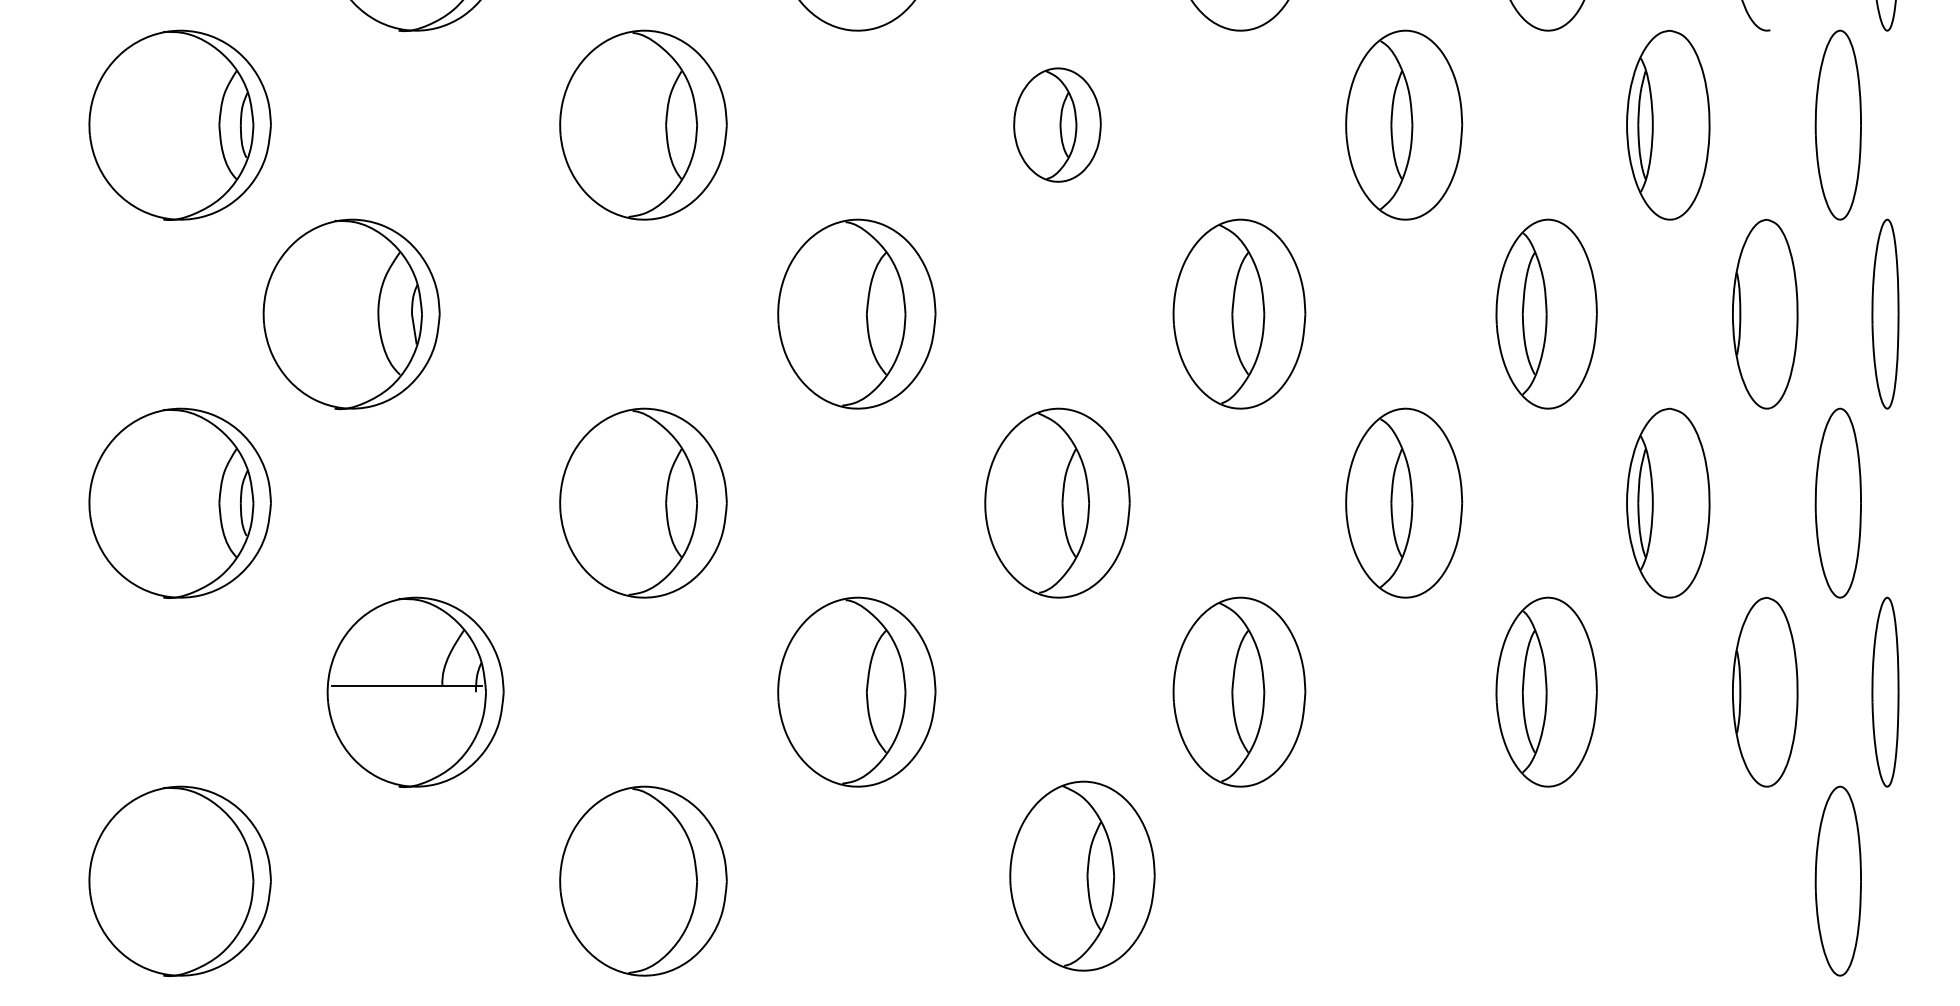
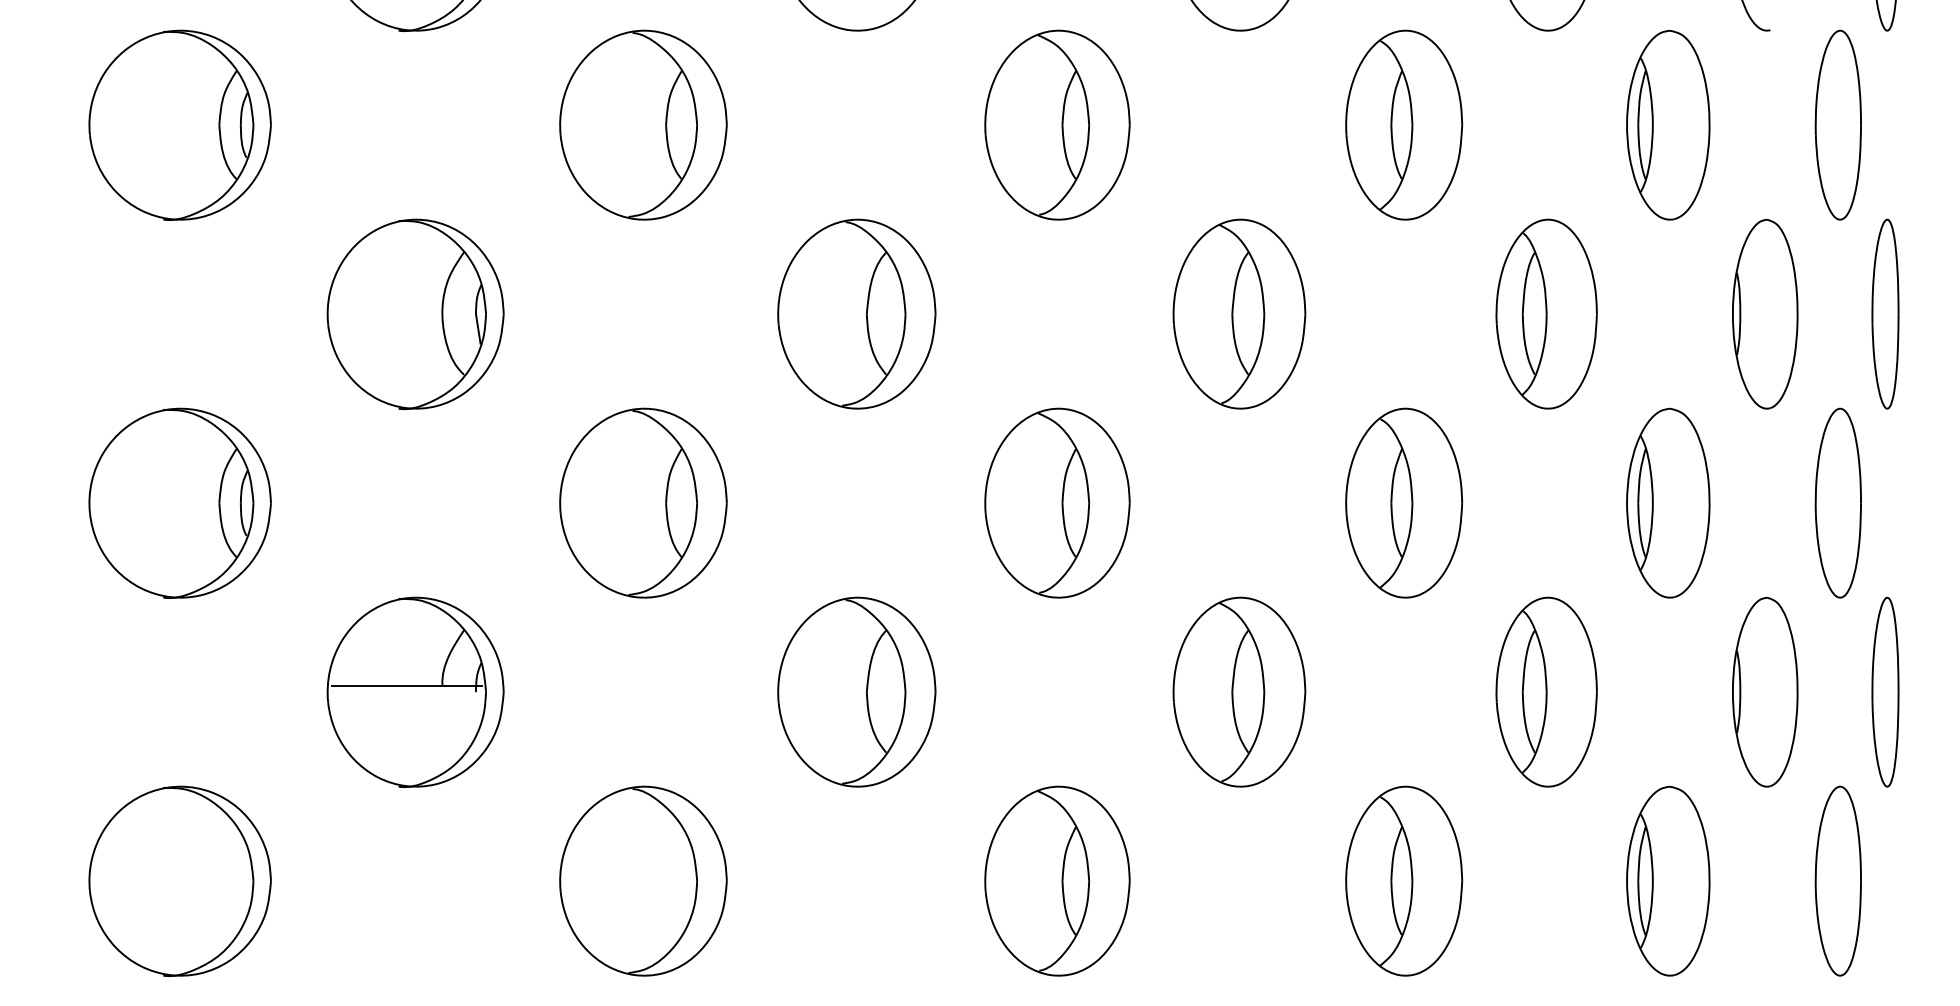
part at (1057, 124) size: 89x116 px -> 147x192 px
part at (351, 314) position: (351, 314) -> (415, 314)
part at (1082, 875) position: (1082, 875) -> (1057, 880)
part at (1404, 880): none -> present
part at (1668, 880): none -> present
